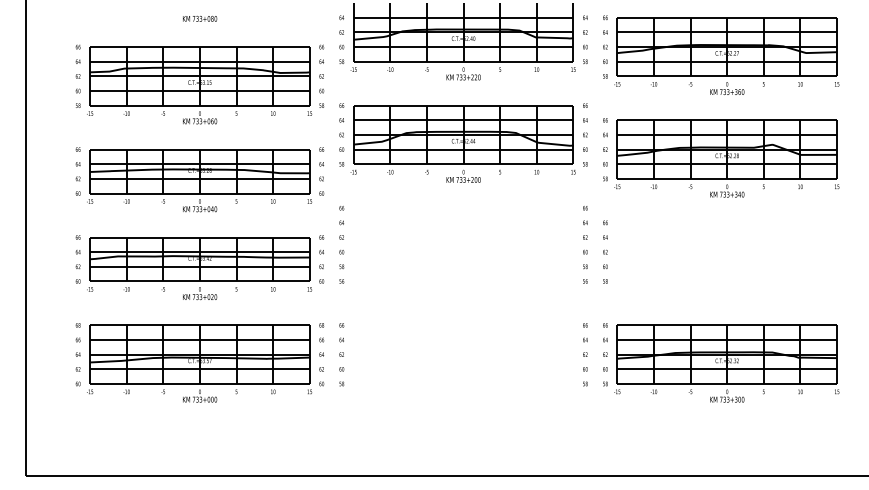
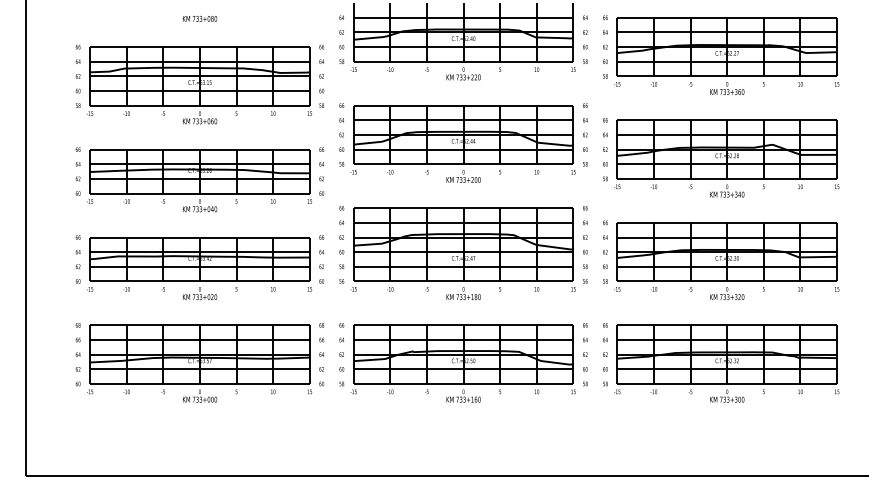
part at (462, 253): none -> present
part at (726, 261): none -> present
part at (462, 363): none -> present
